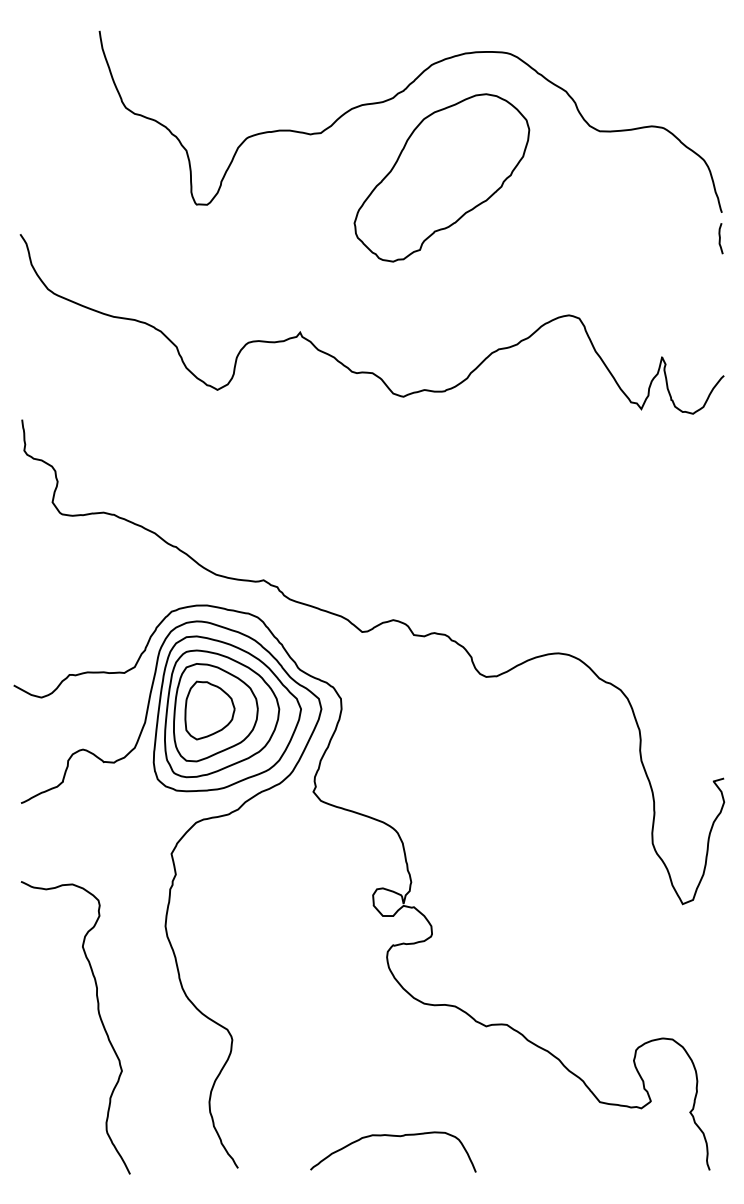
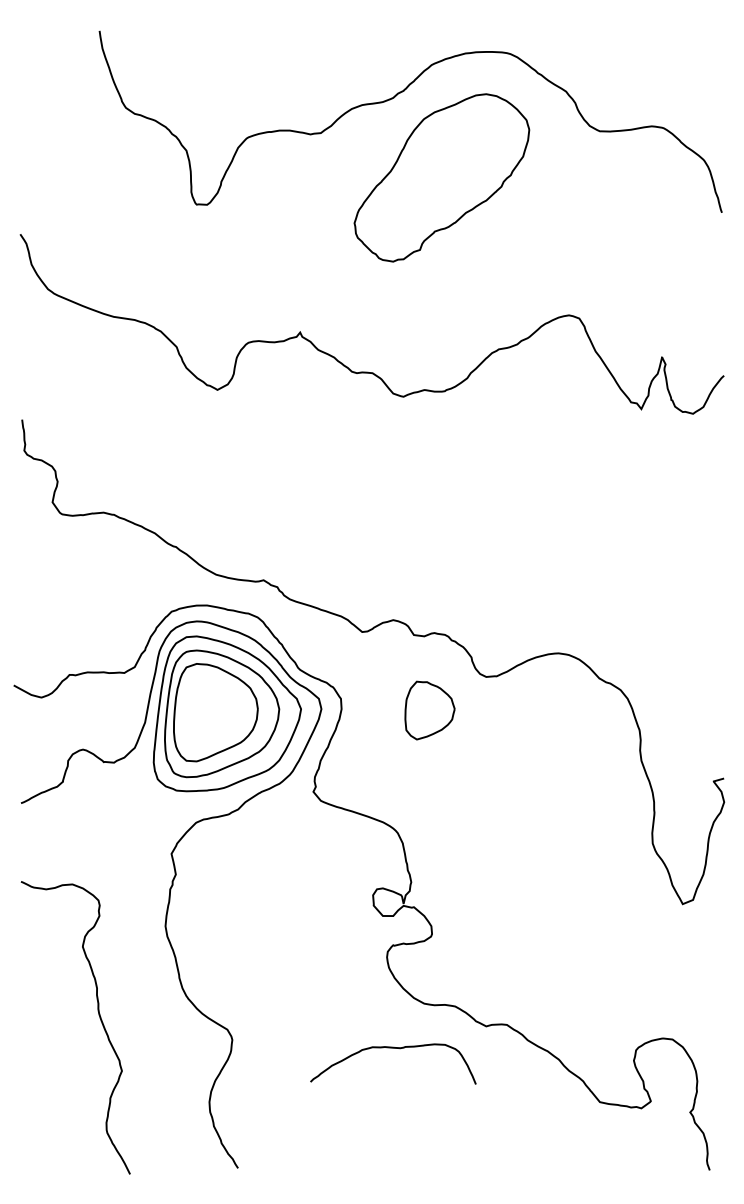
curve at (720, 238): present -> none
part at (209, 710) position: (209, 710) -> (429, 710)
curve at (393, 1136) position: (393, 1136) -> (393, 1048)
